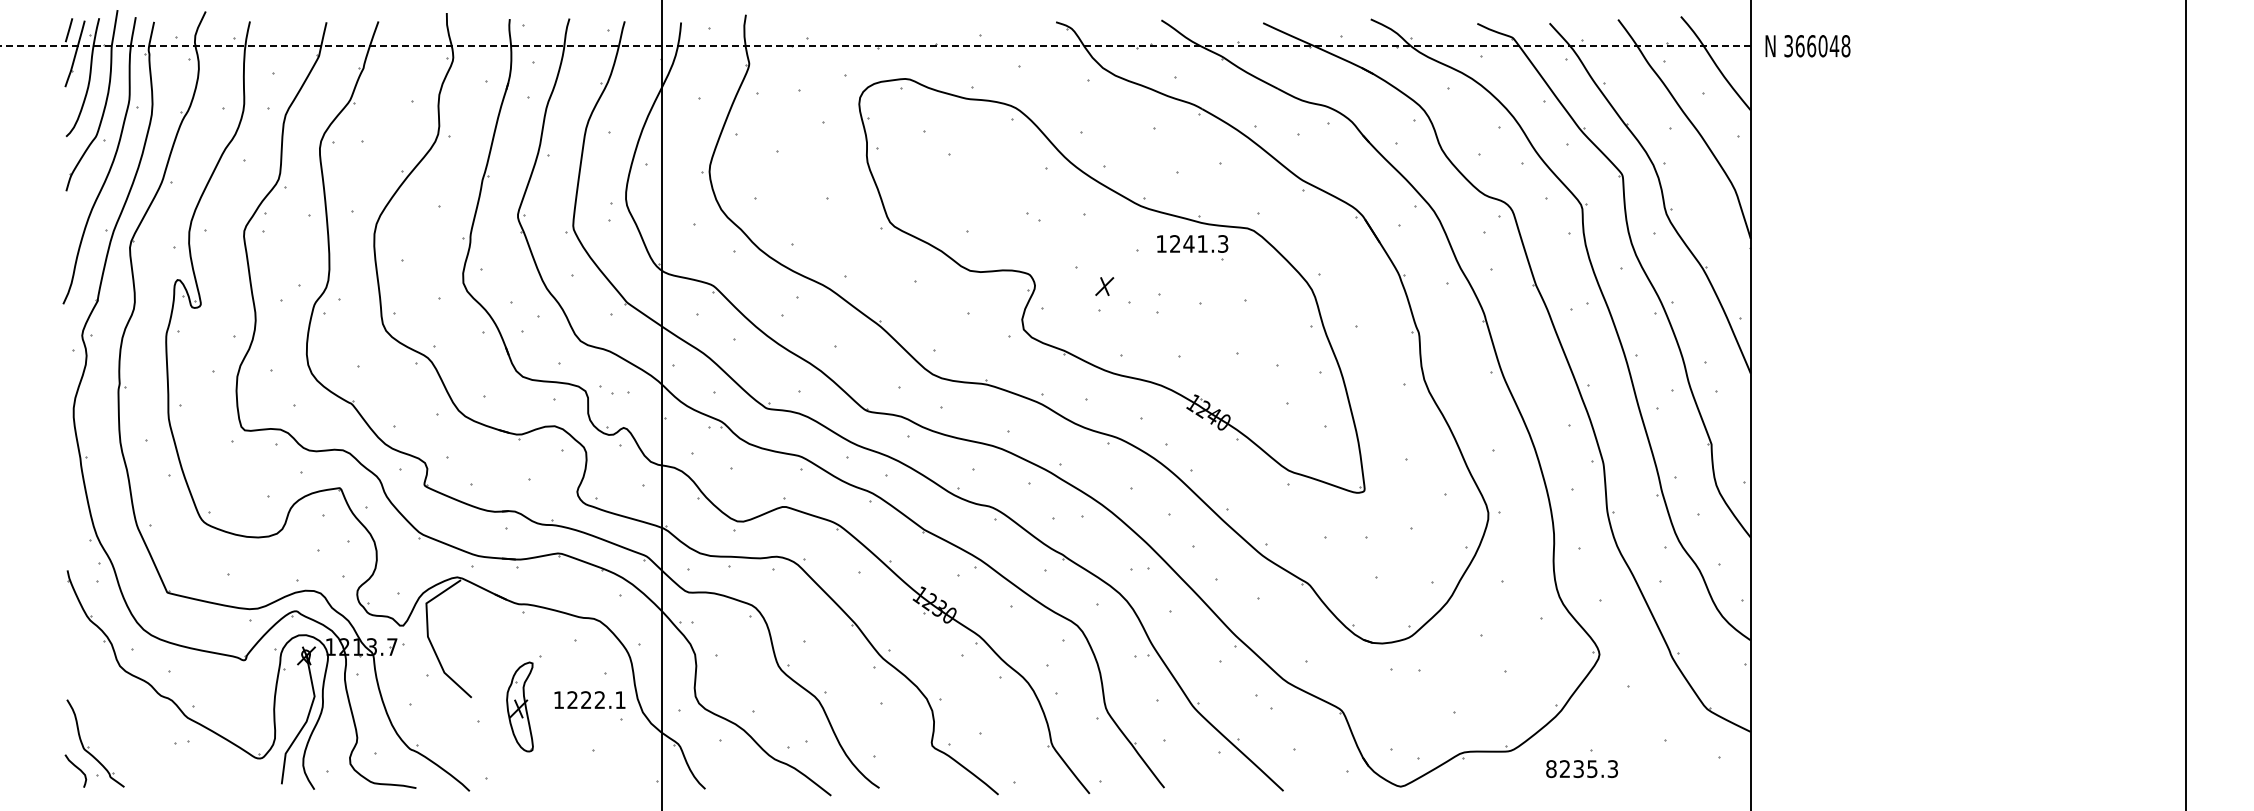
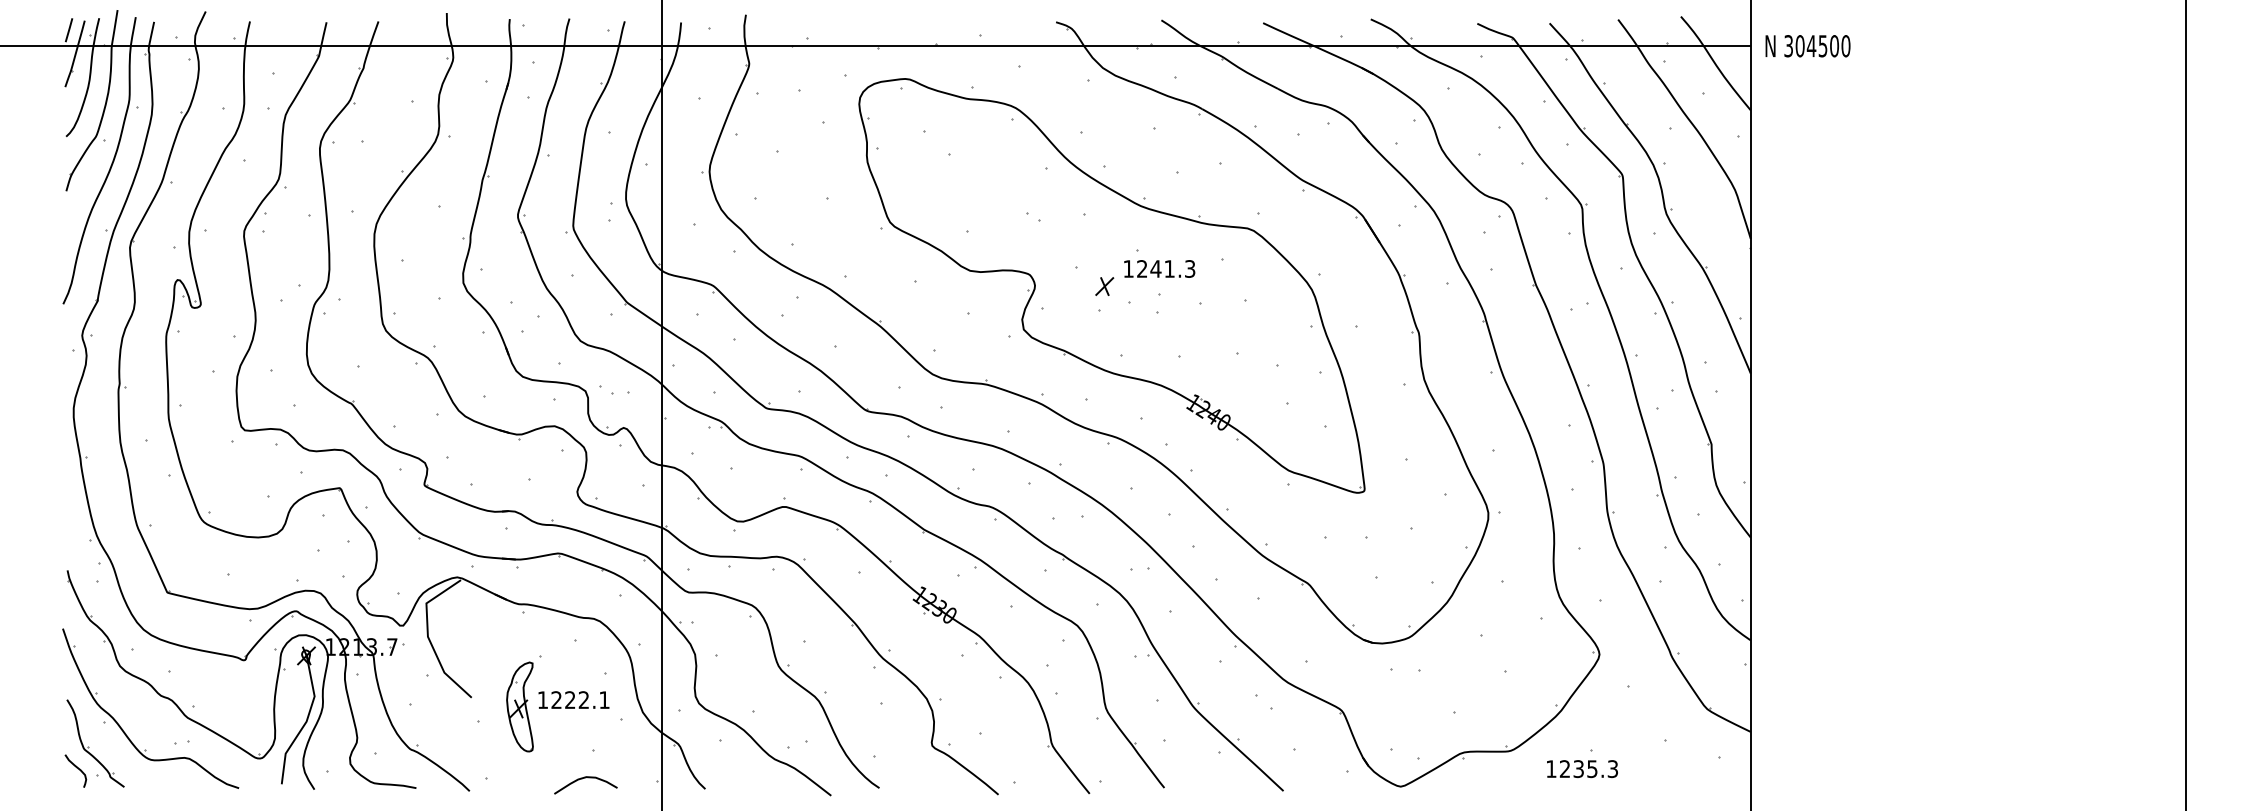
line at (874, 46): dashed -> solid
text at (1822, 46): 366048 -> 304500
text at (1192, 243) position: (1192, 243) -> (1159, 268)
text at (589, 699) position: (589, 699) -> (573, 699)
part at (123, 729): none -> present
text at (1551, 769): 8235.3 -> 1235.3
curve at (582, 779): none -> present
